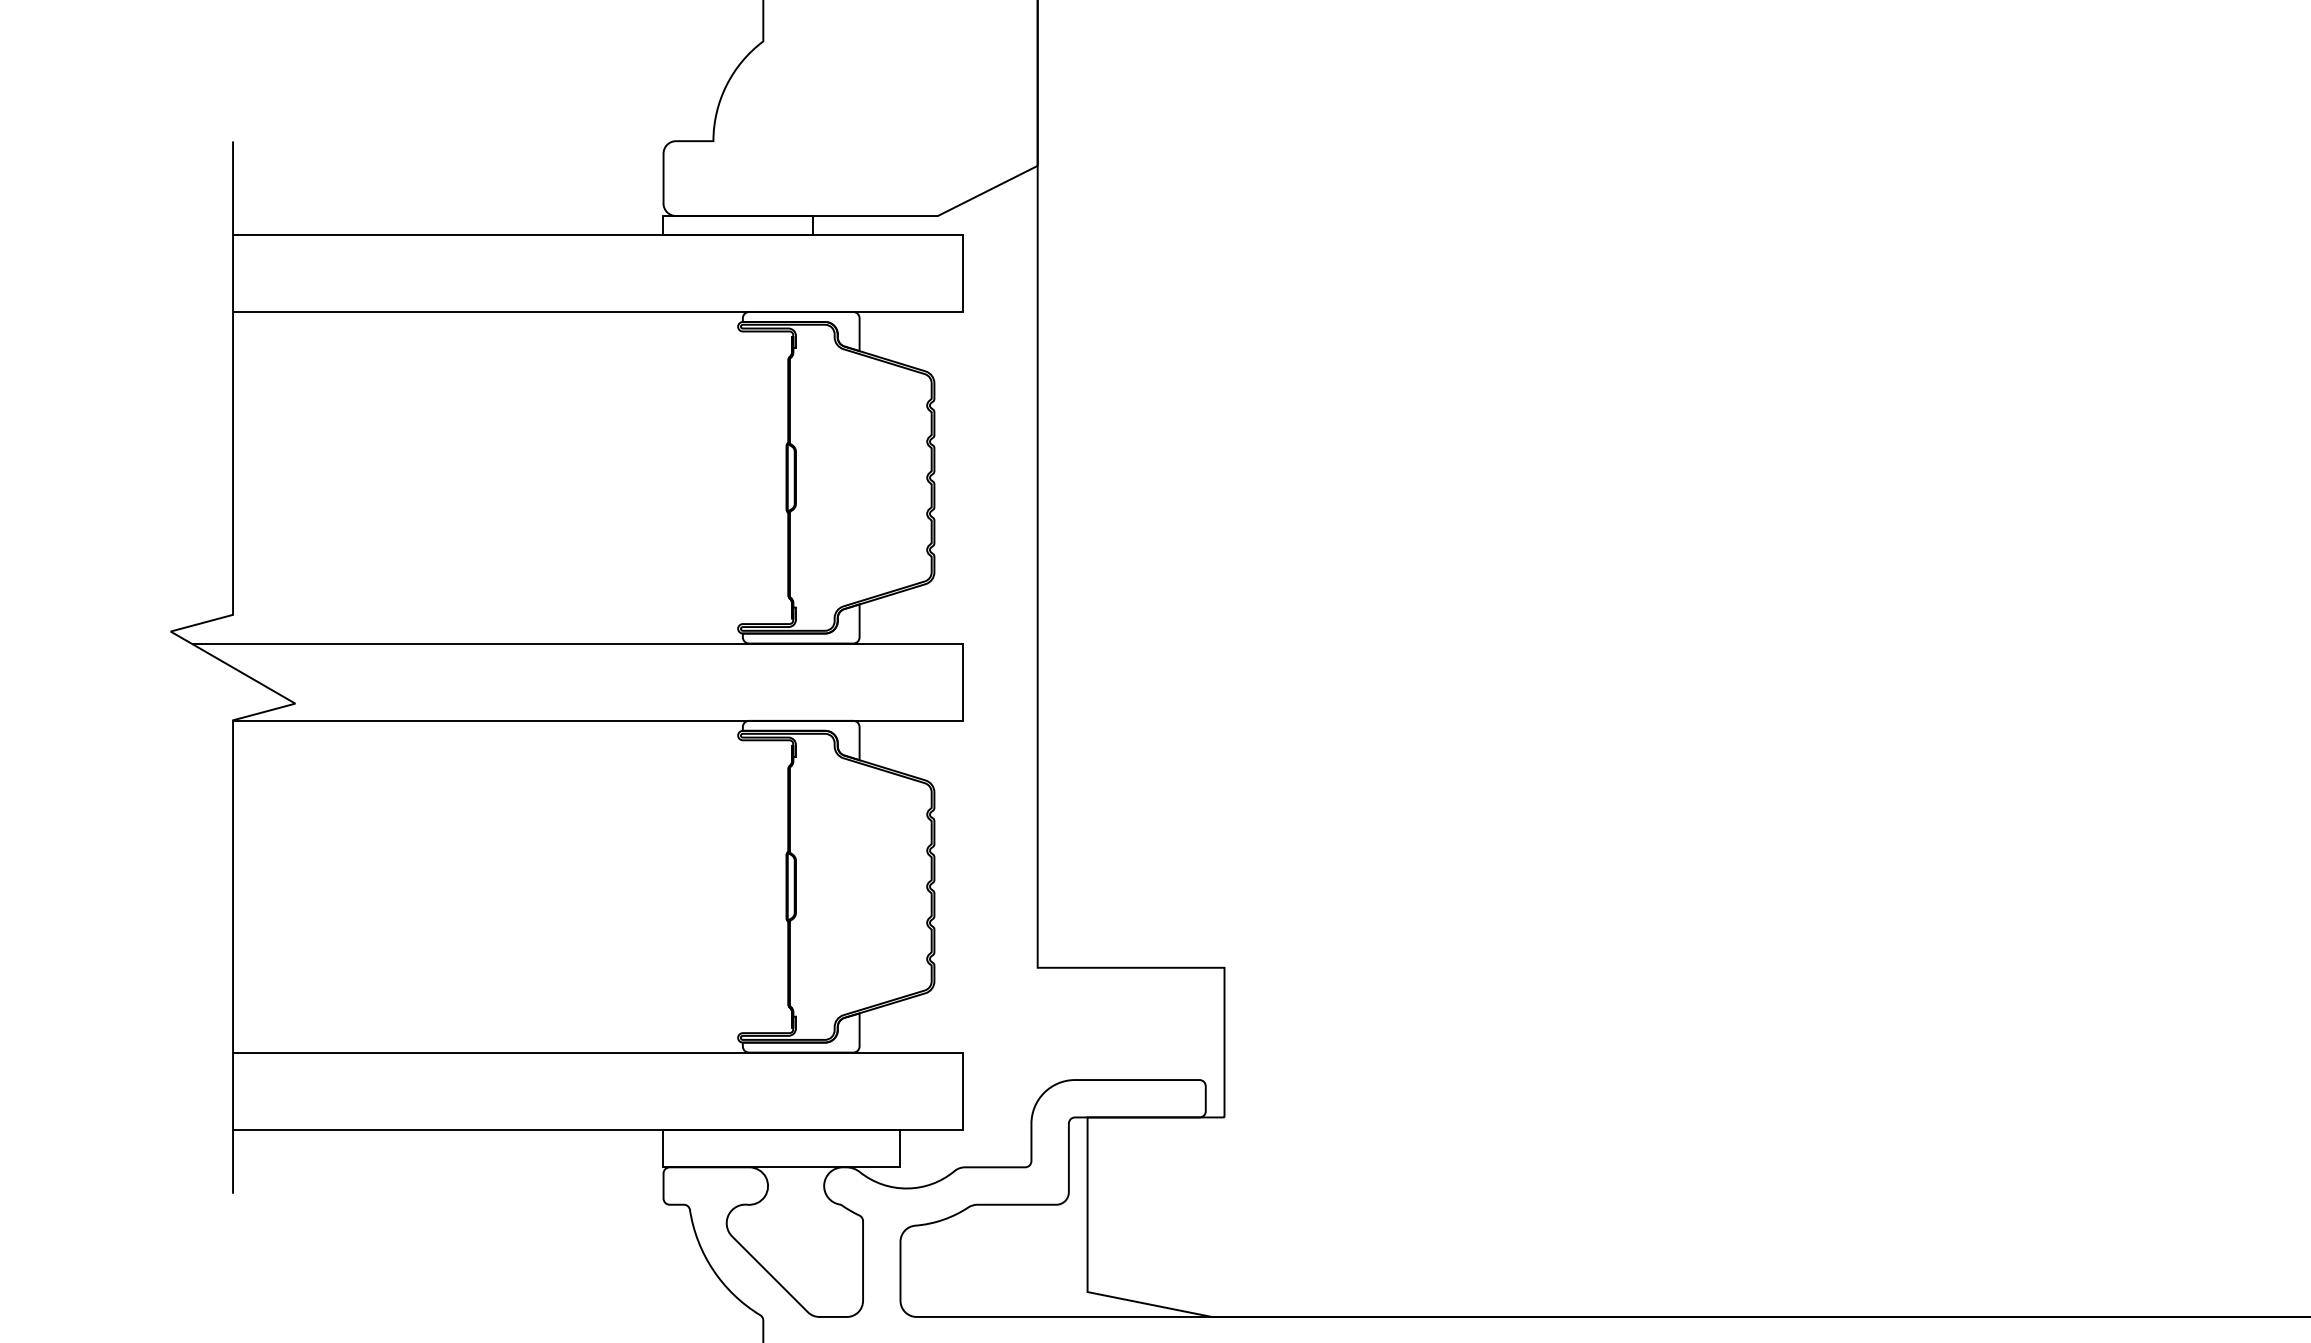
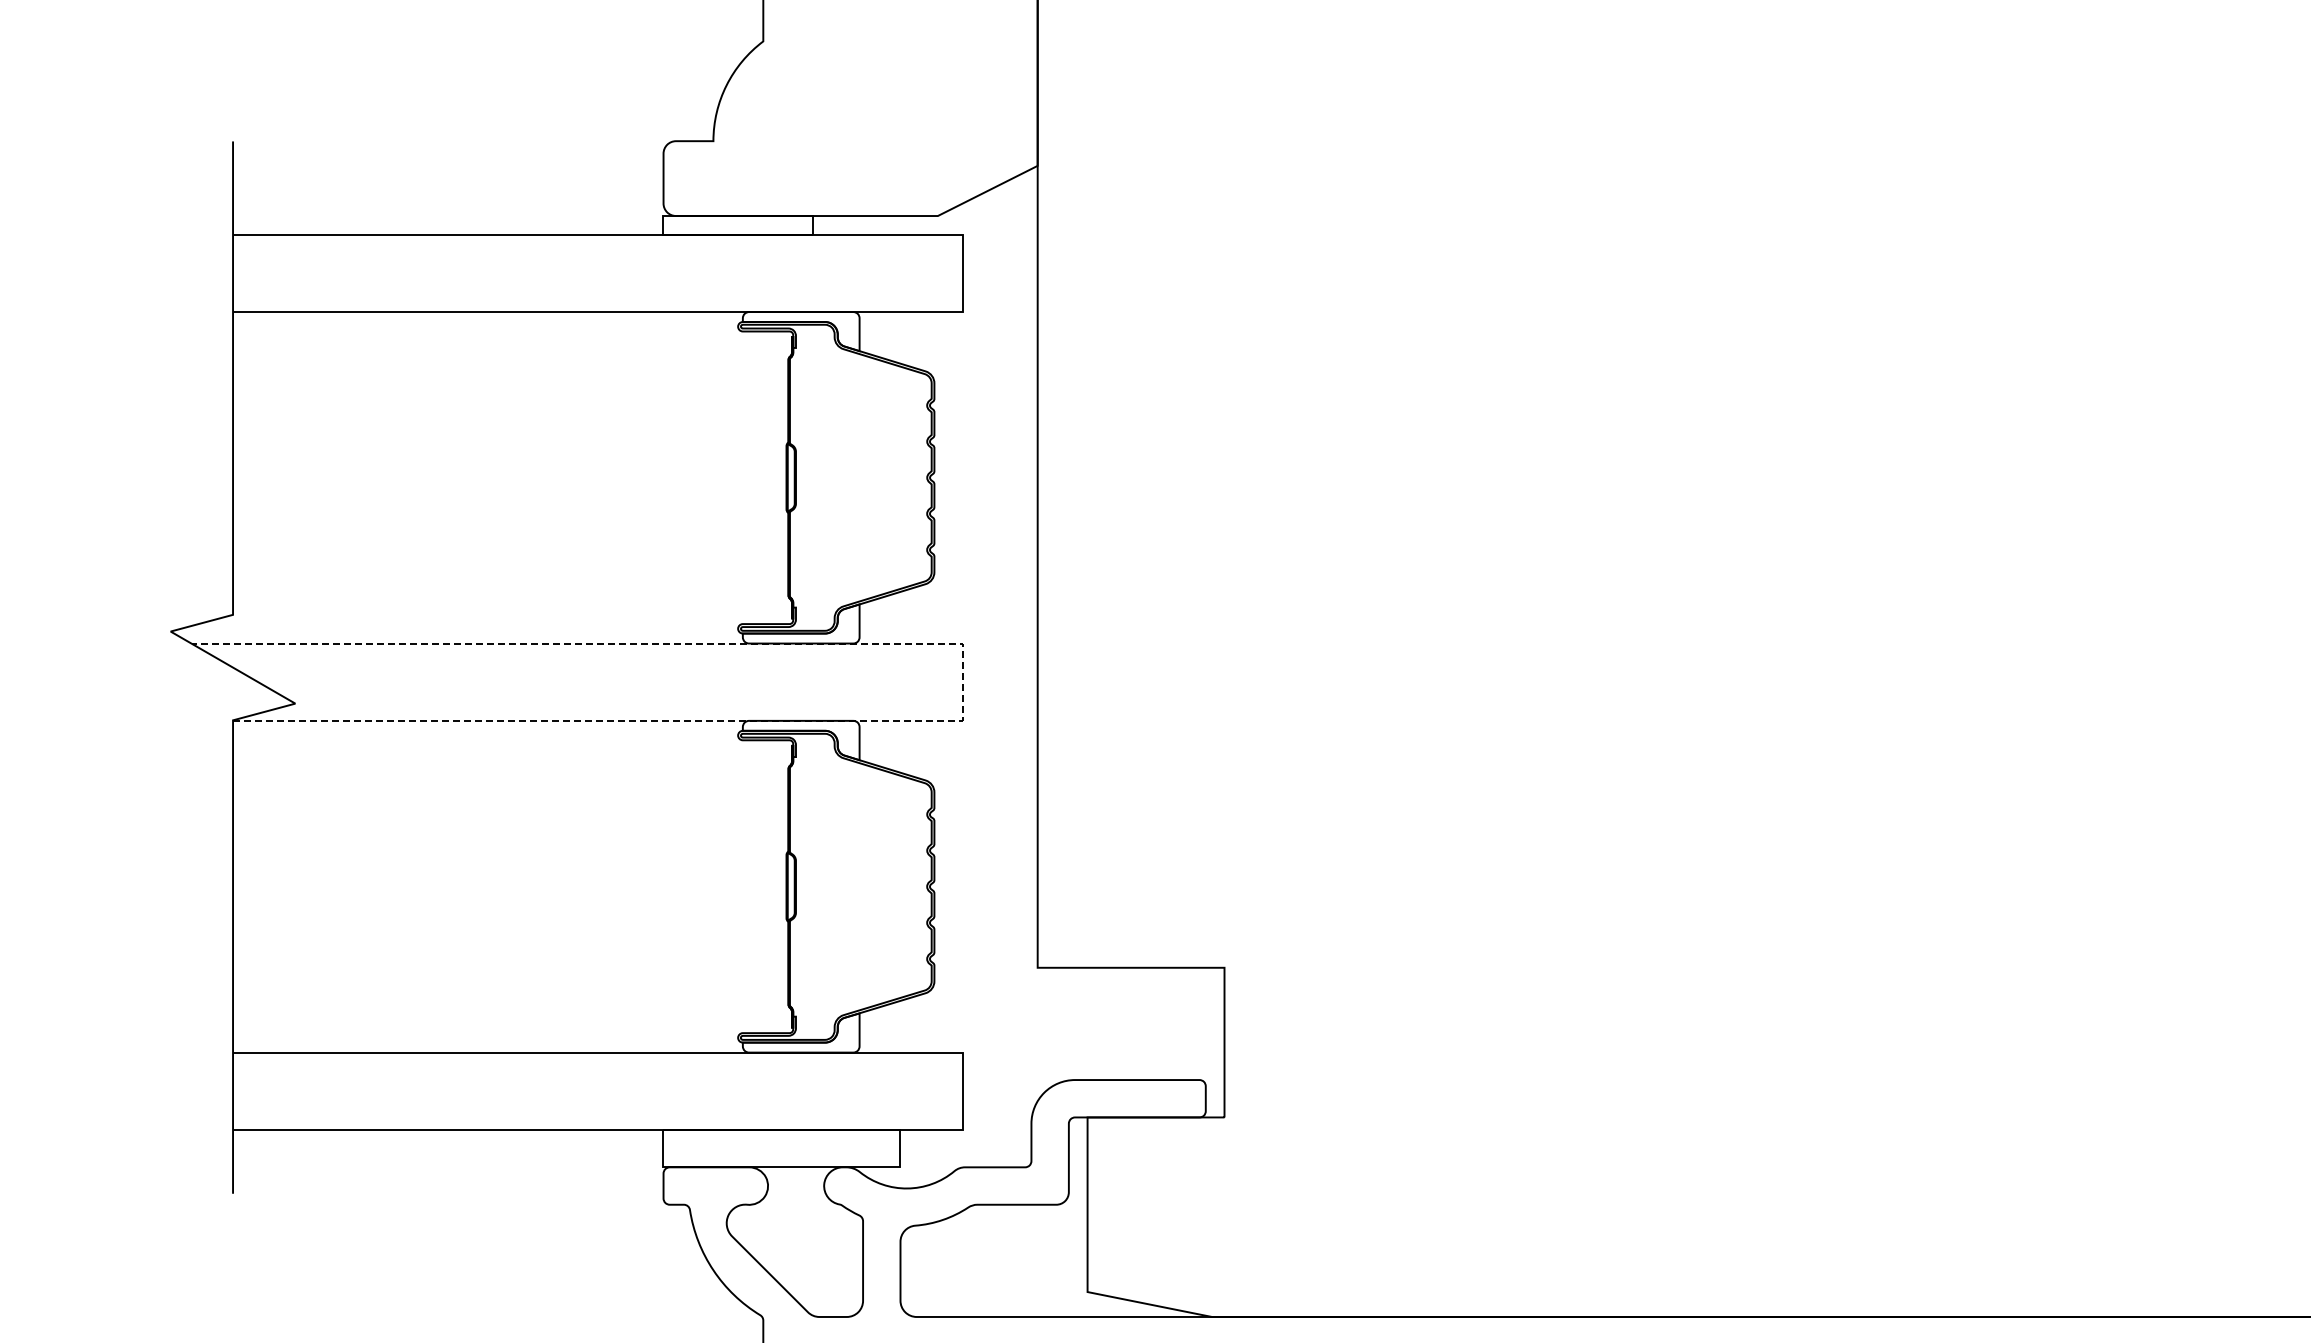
line at (962, 661): solid -> dashed
